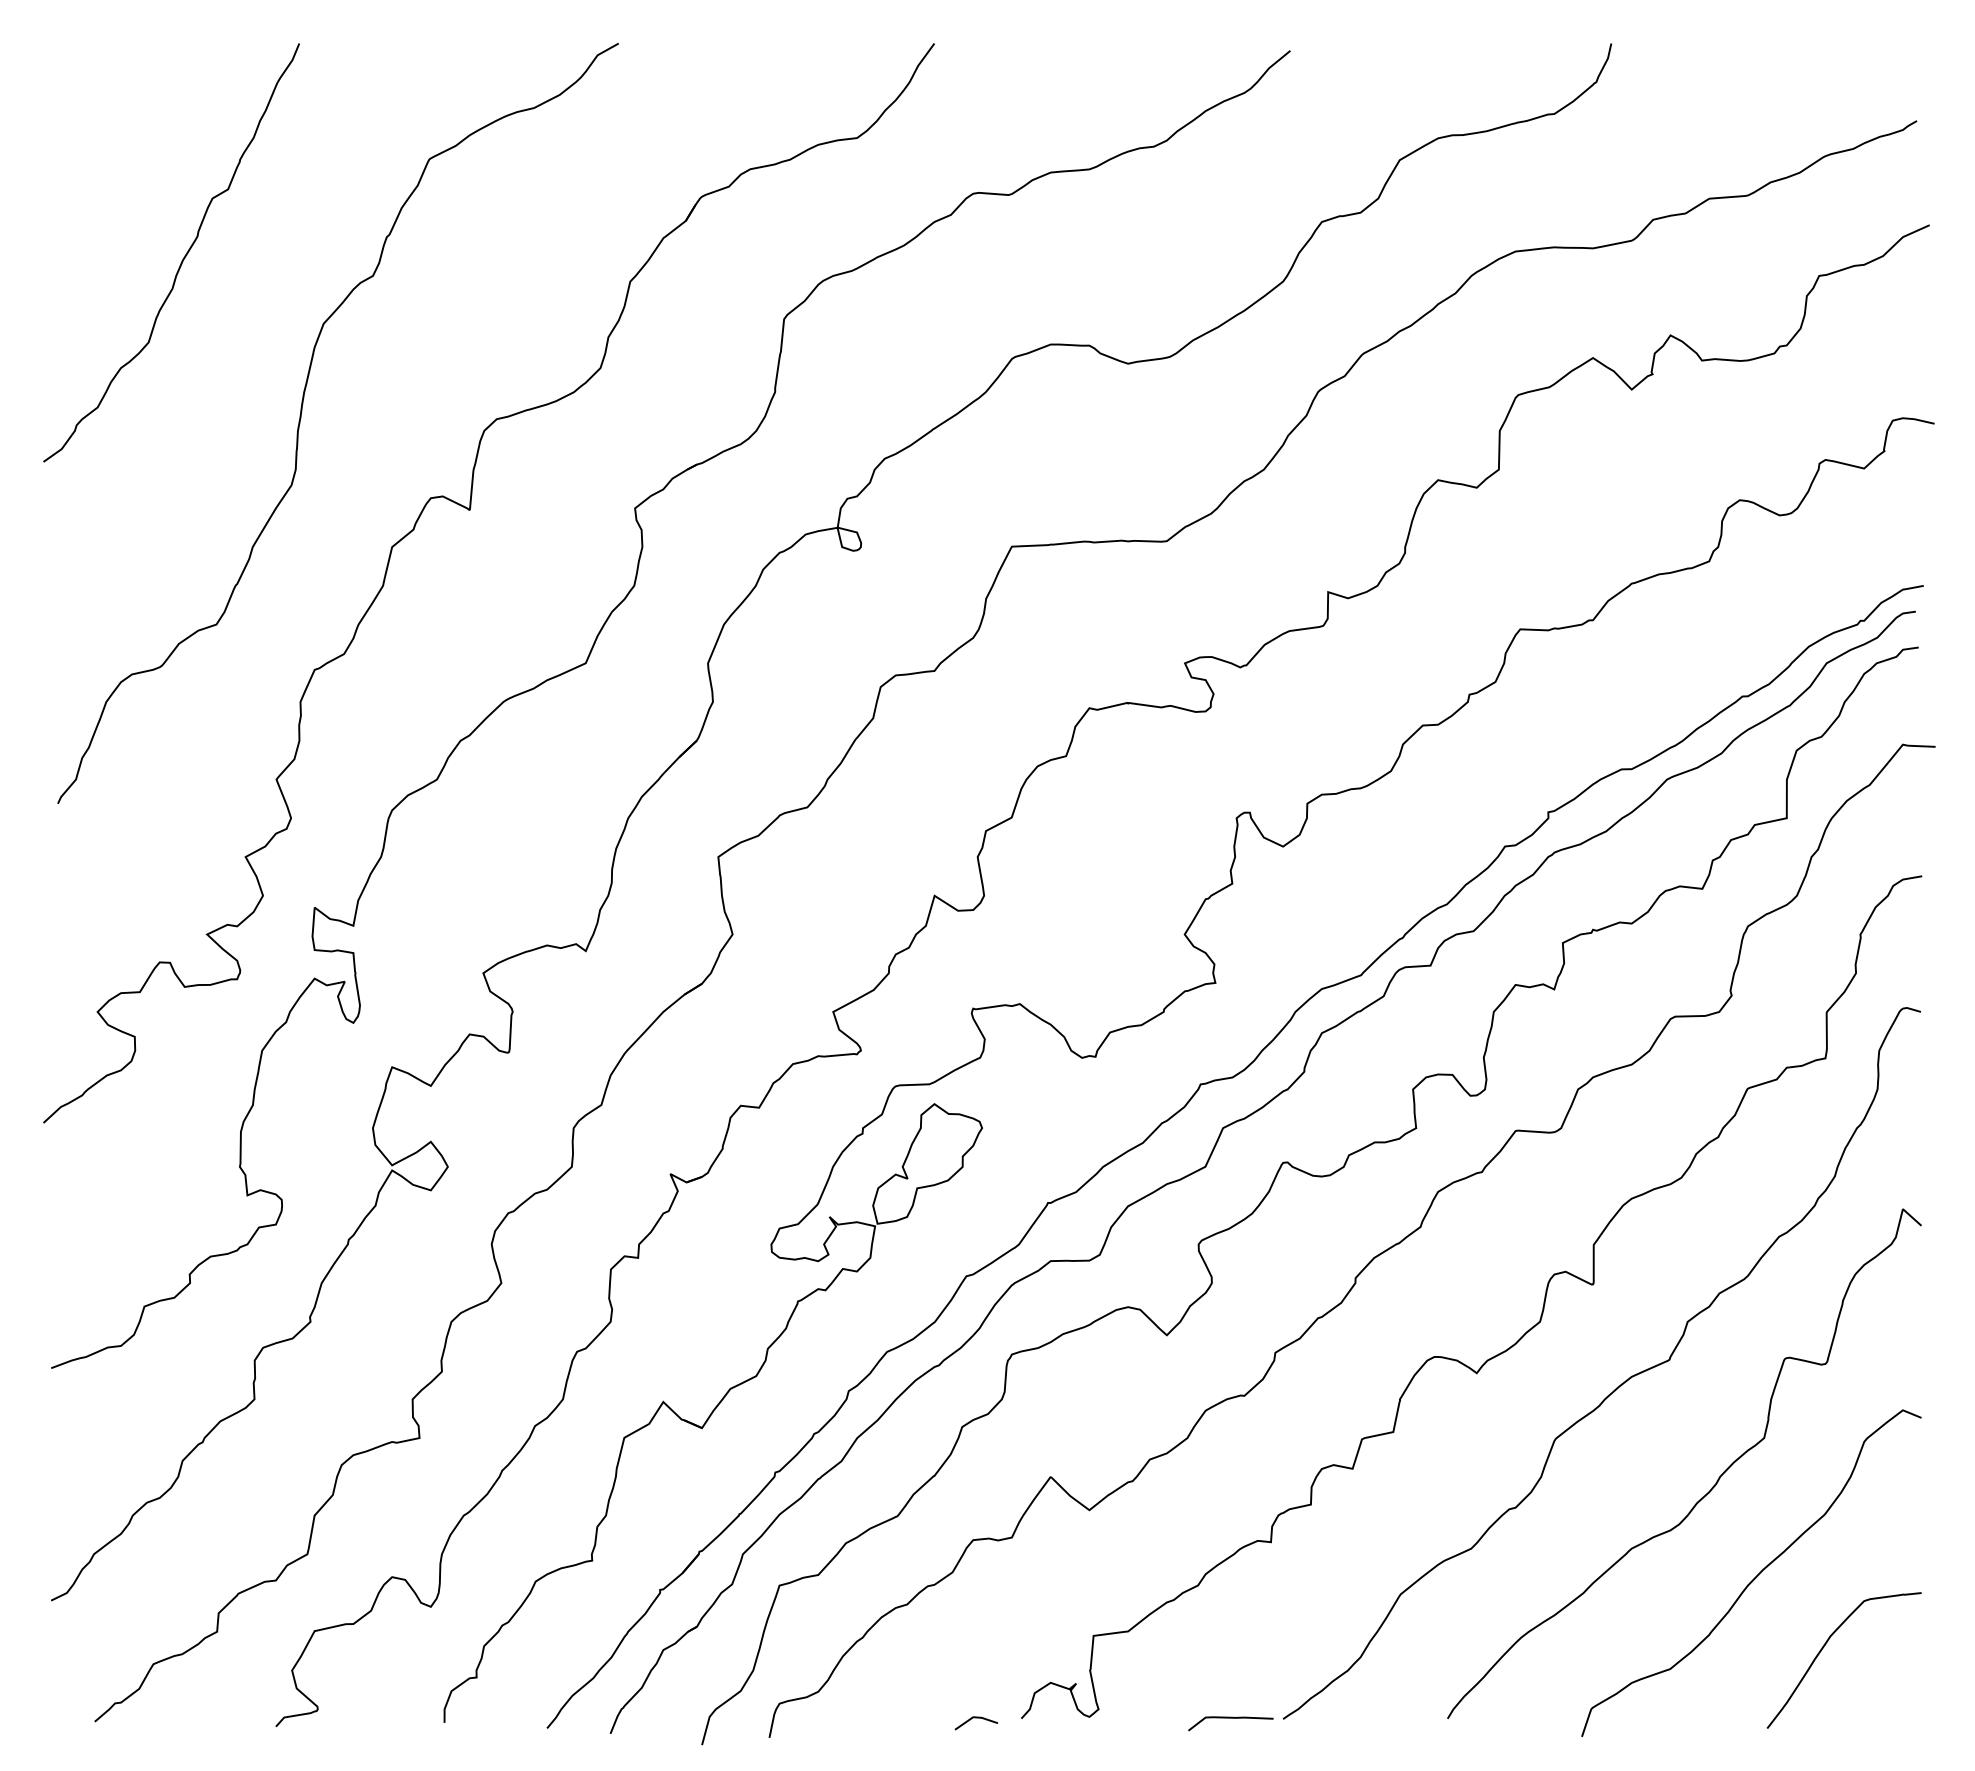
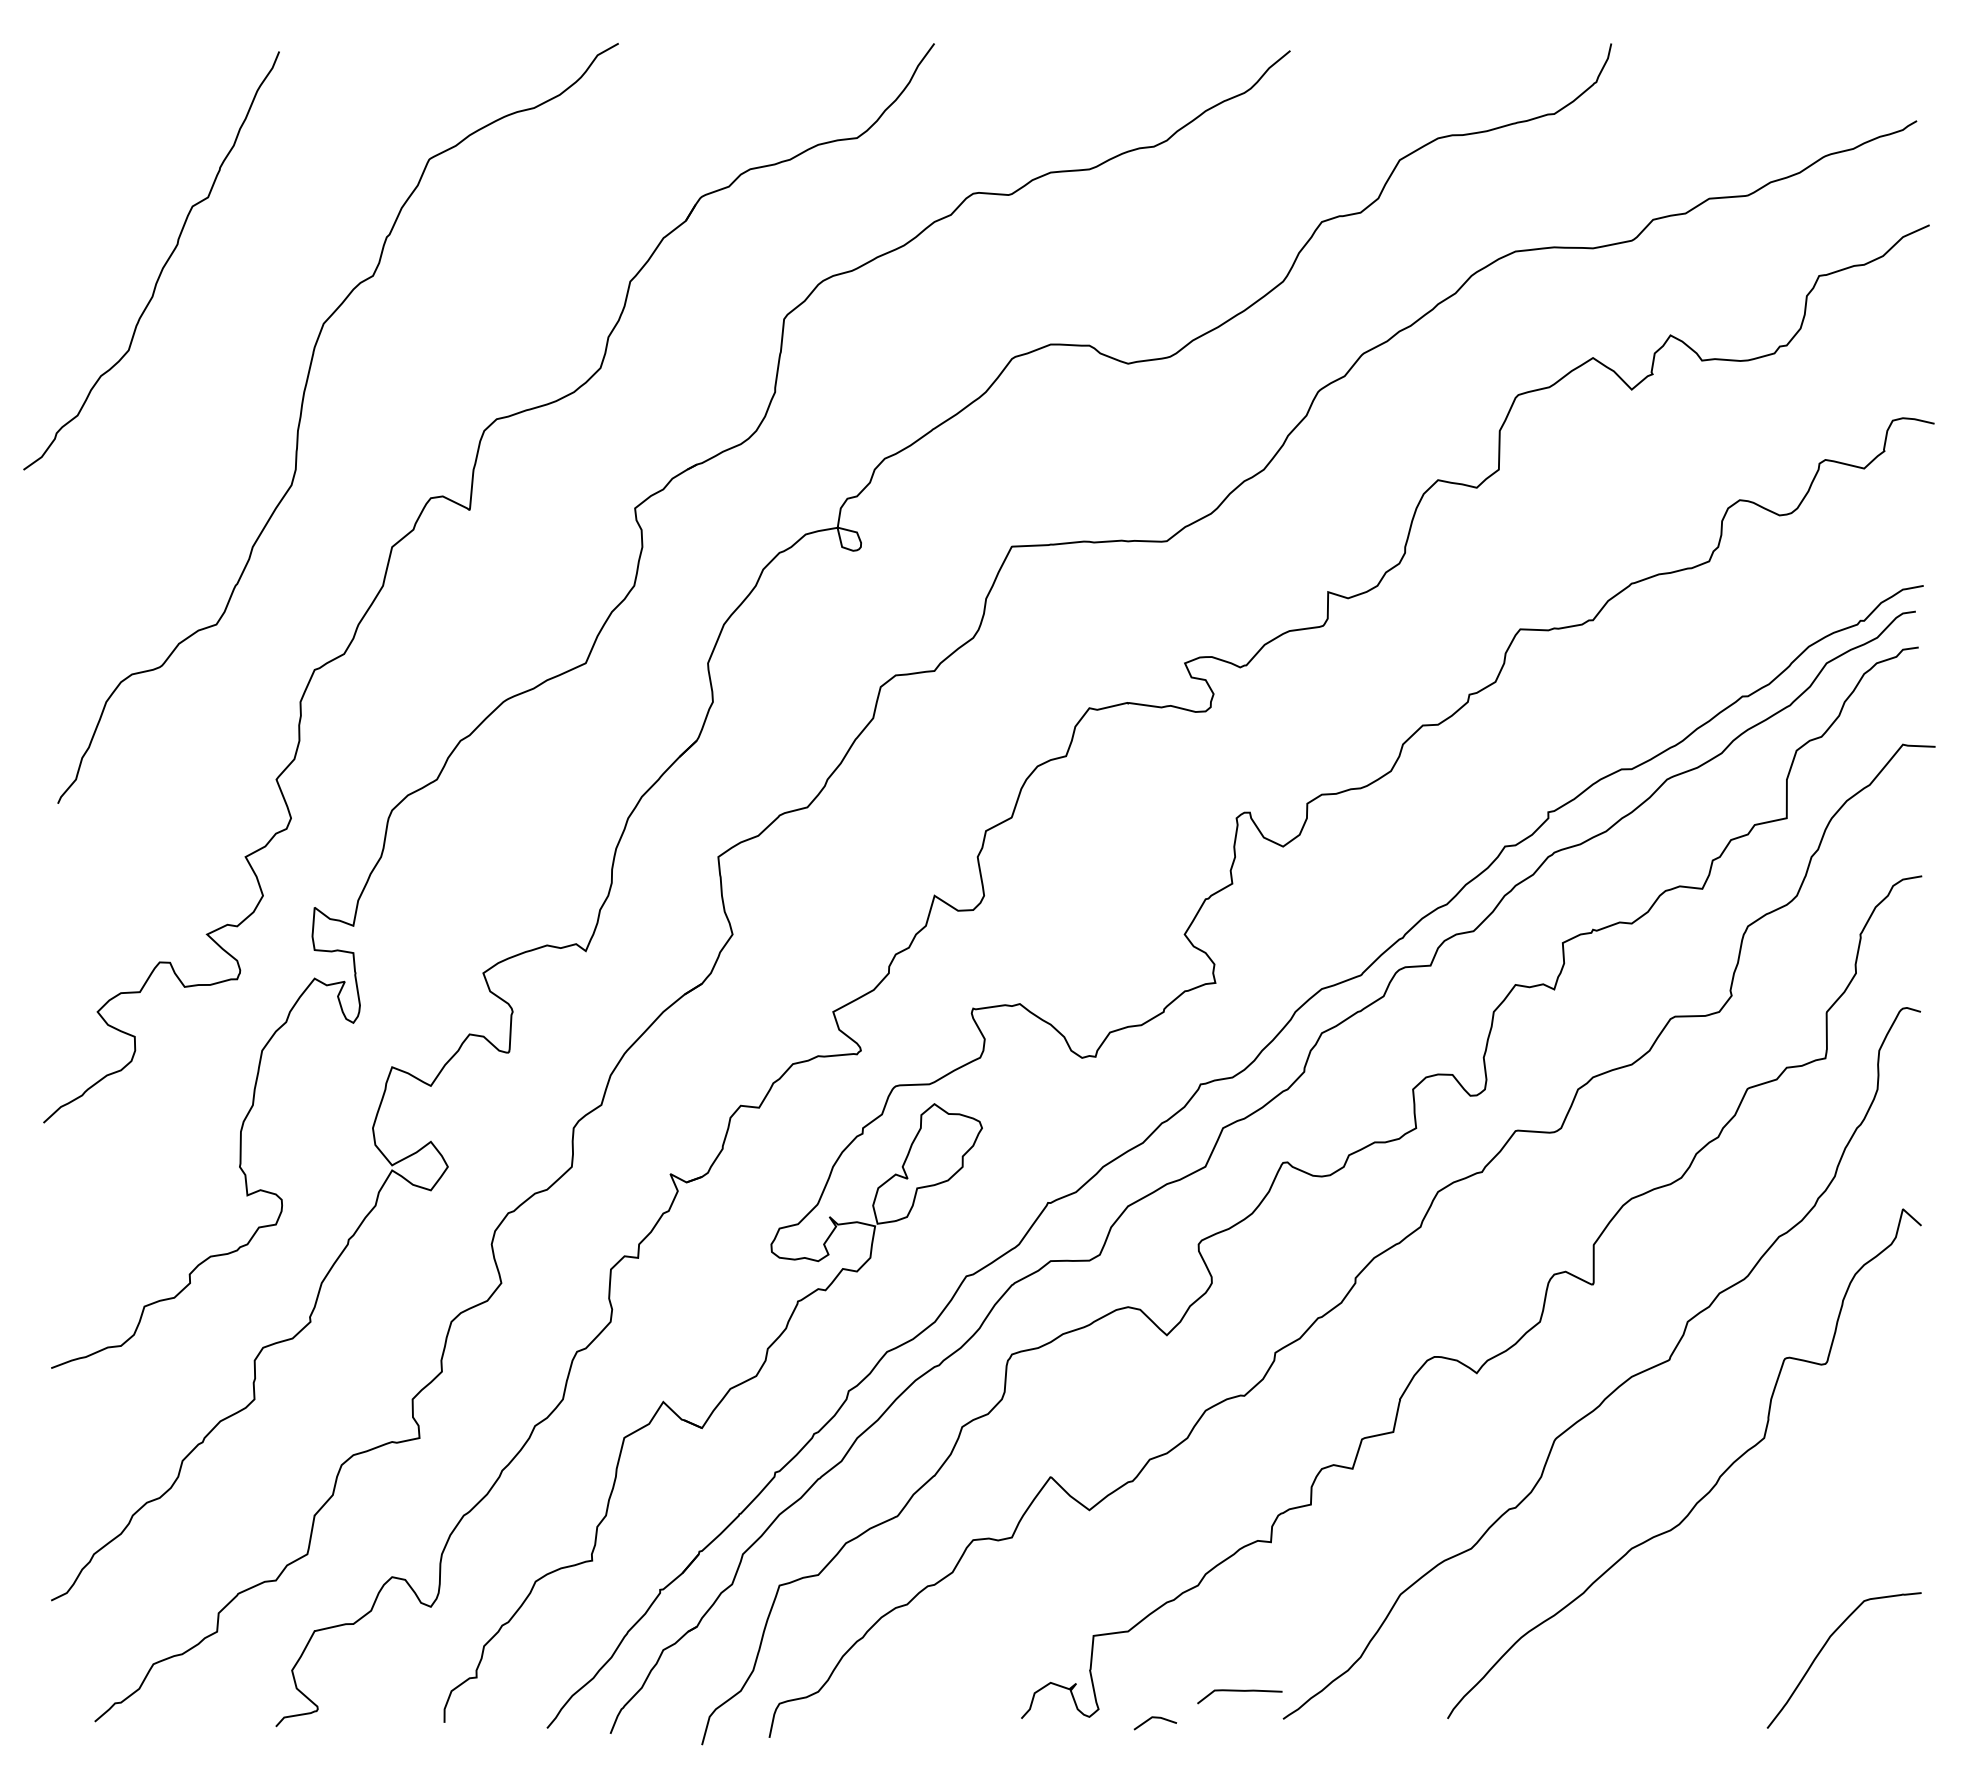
curve at (181, 260) position: (181, 260) -> (161, 268)
curve at (1755, 1576): present -> none
line at (975, 1718) position: (975, 1718) -> (1154, 1718)
curve at (1230, 1718) position: (1230, 1718) -> (1239, 1691)
